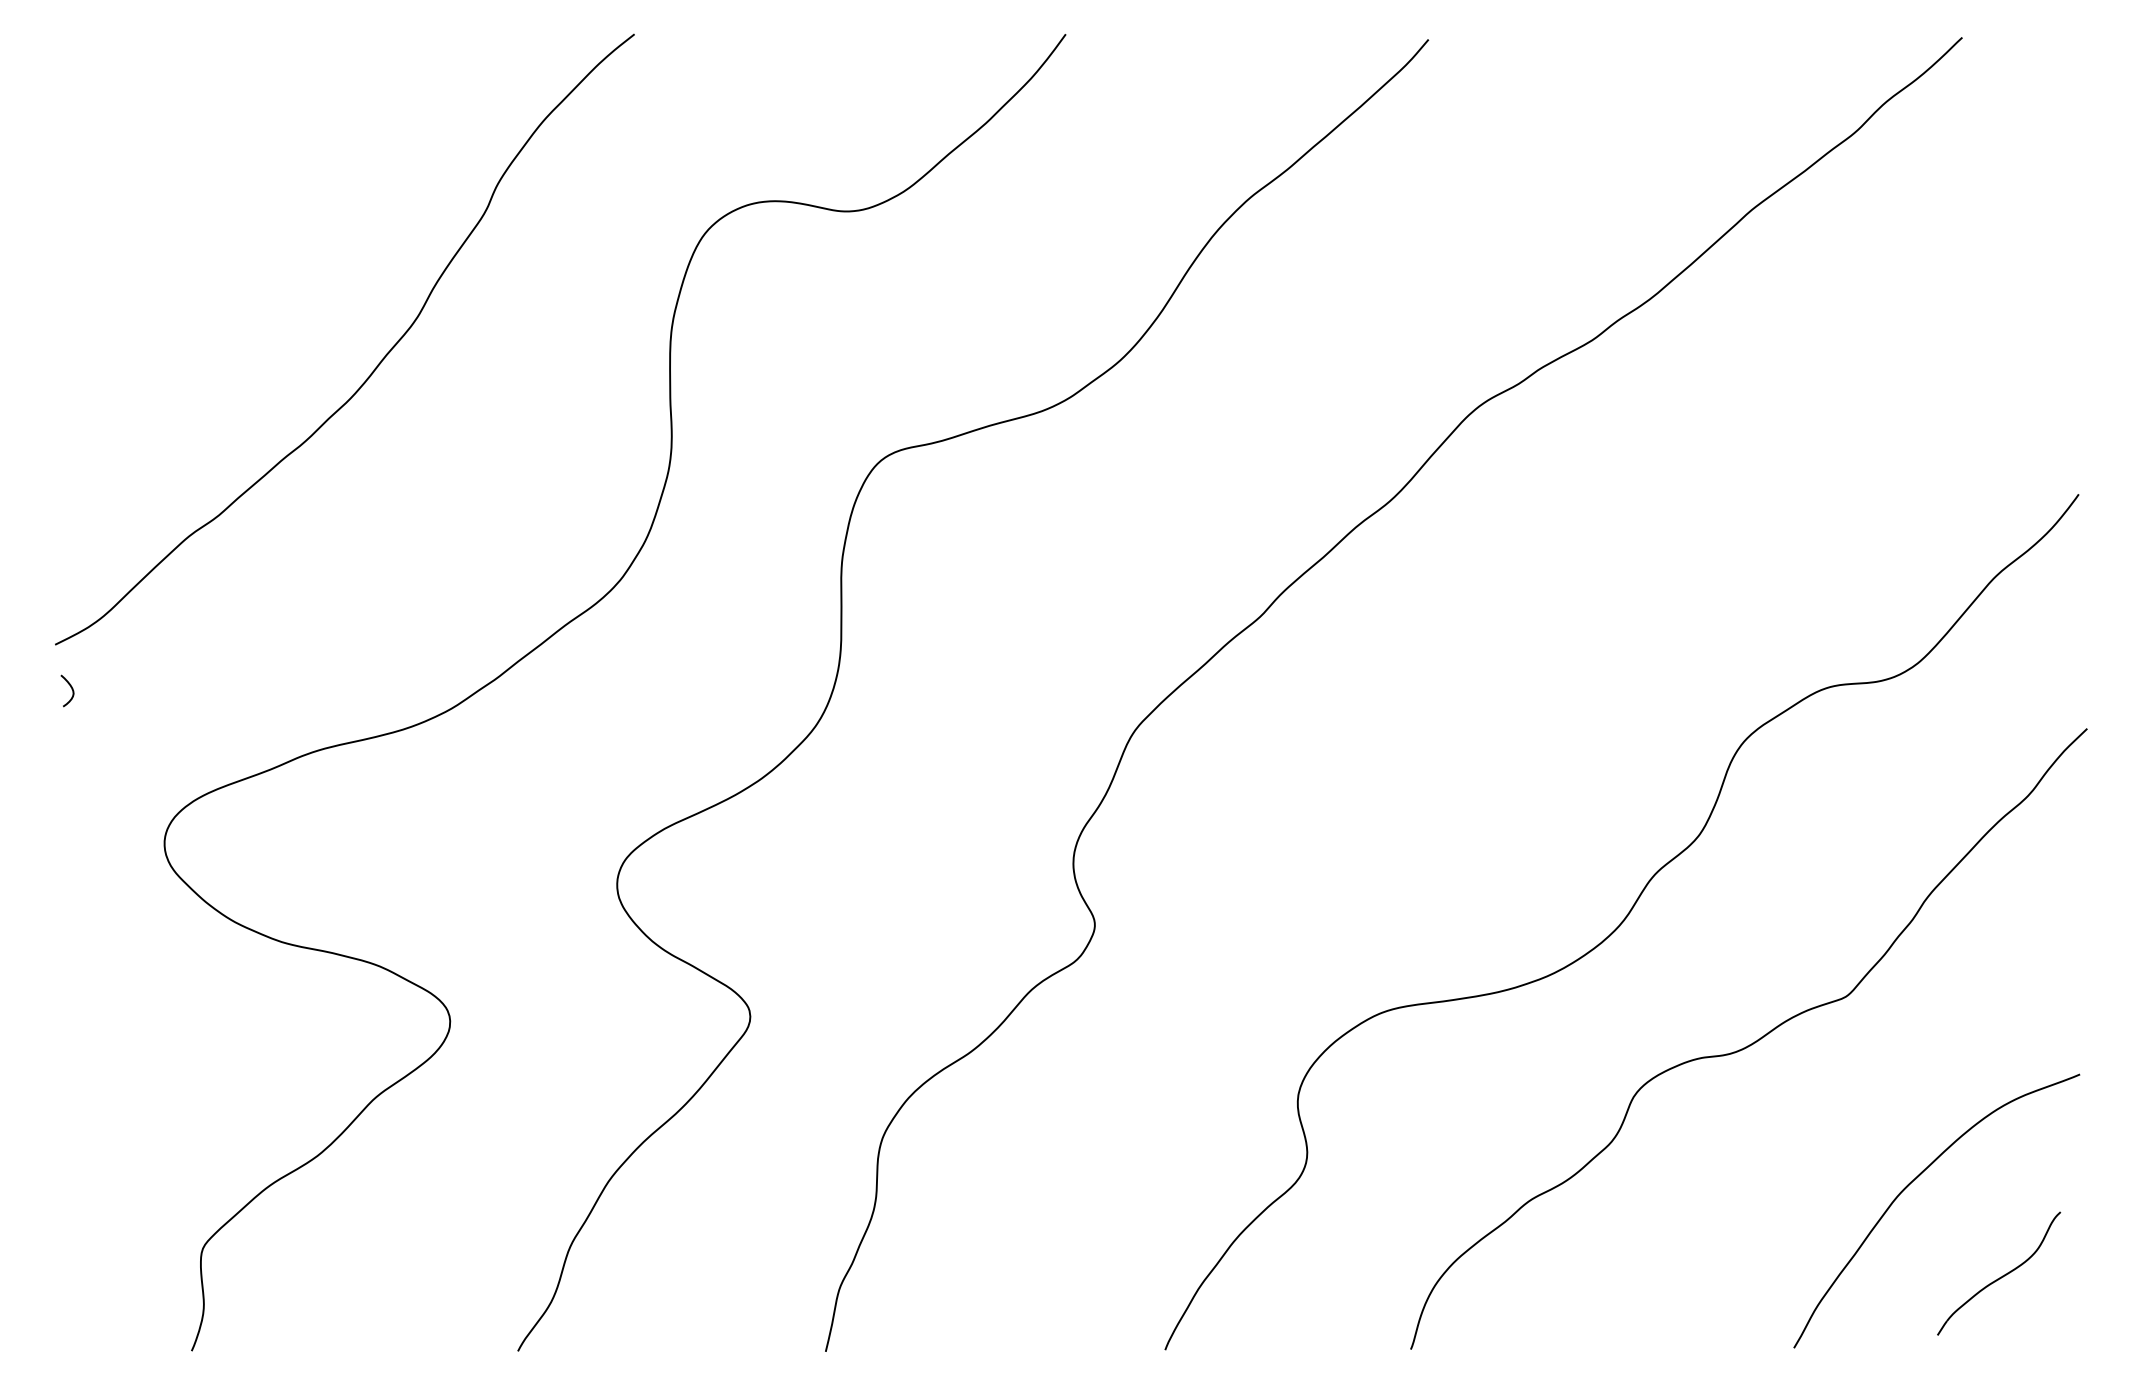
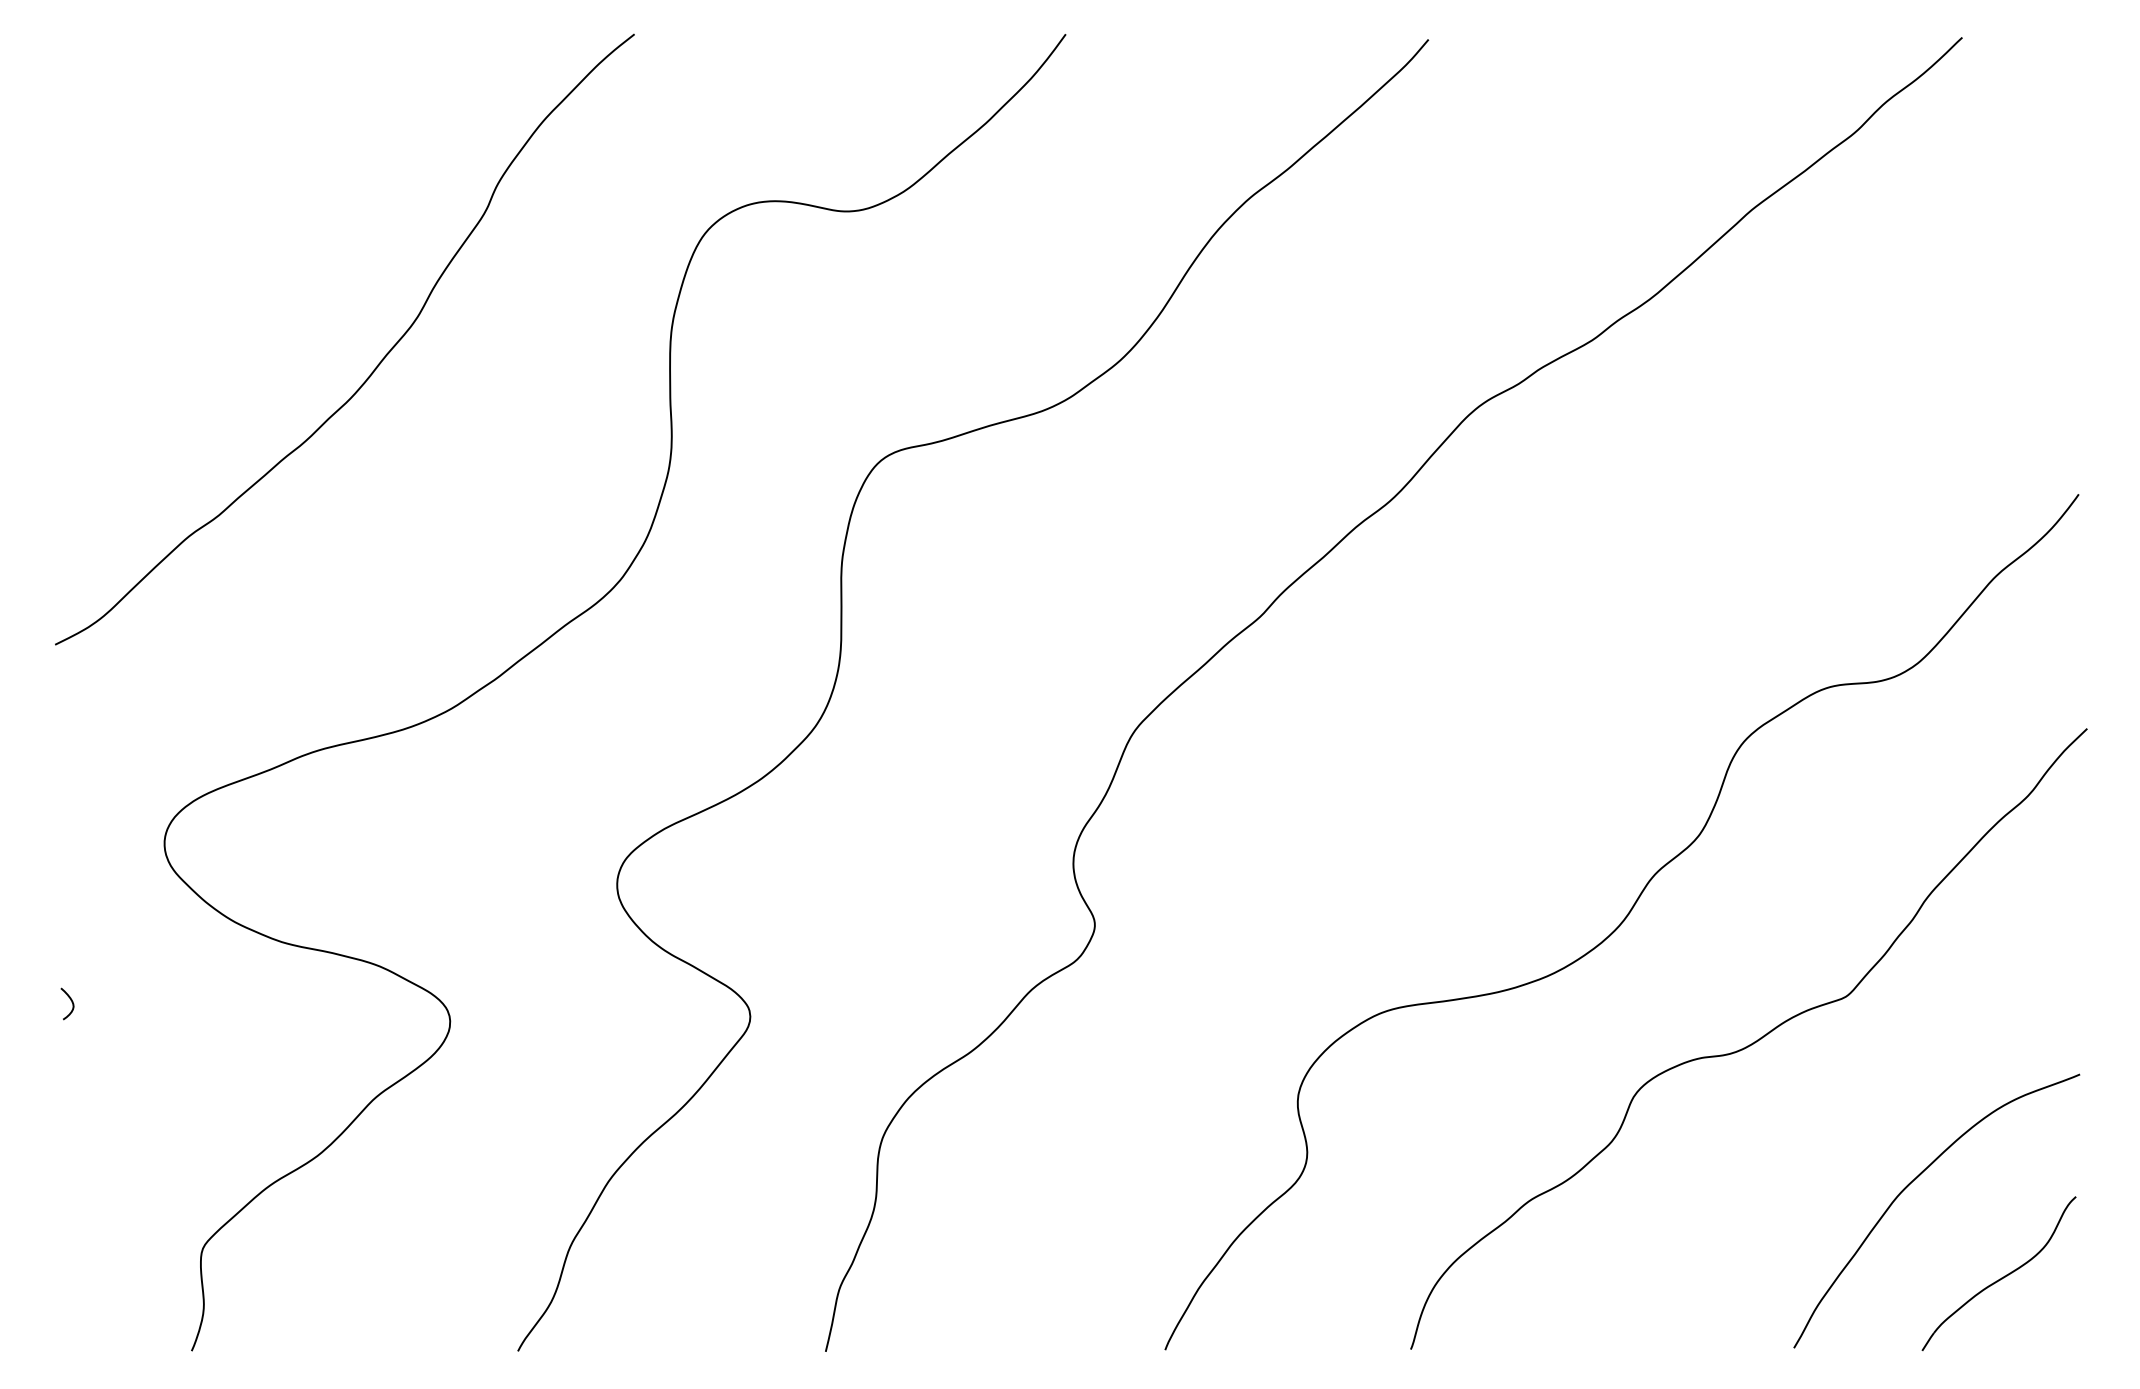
curve at (71, 689) position: (71, 689) -> (71, 1002)
part at (1999, 1273) size: 125x125 px -> 156x155 px
